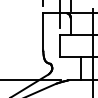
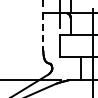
line at (43, 31): solid -> dashed
